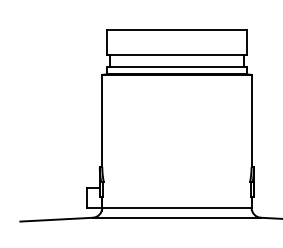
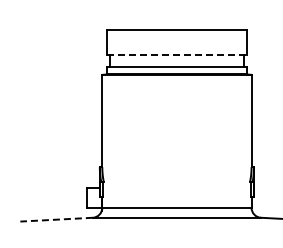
line at (176, 54): solid -> dashed
line at (56, 219): solid -> dashed
